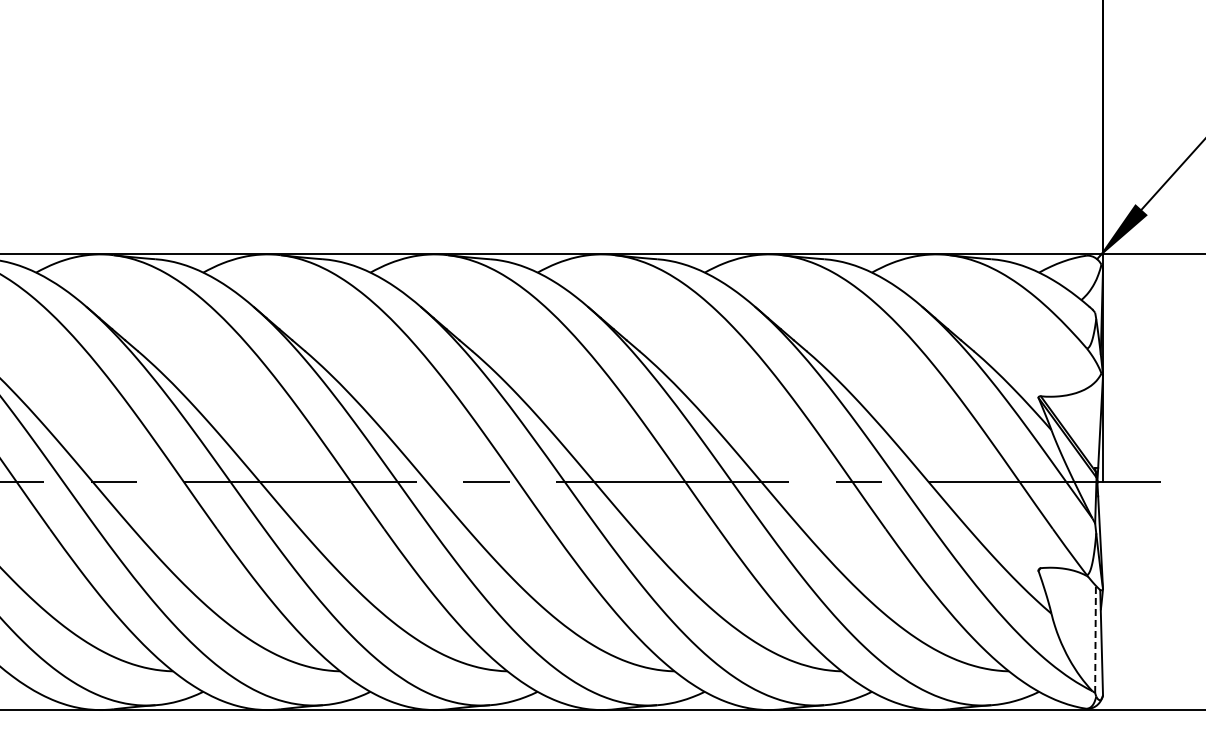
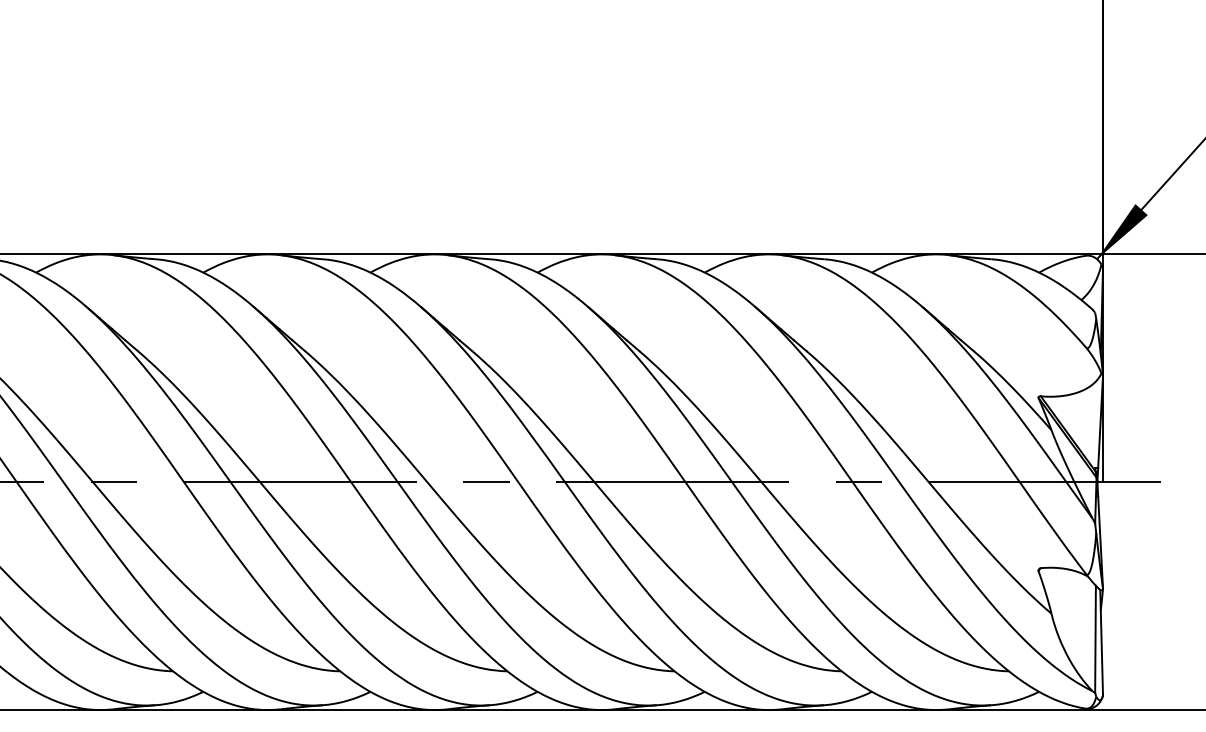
line at (1095, 639): dashed -> solid
